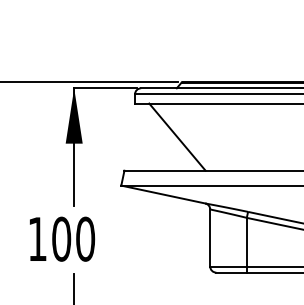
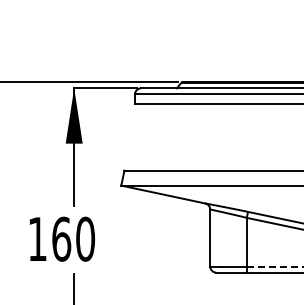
line at (177, 136): present -> none
text at (61, 238): 100 -> 160
line at (275, 266): solid -> dashed
